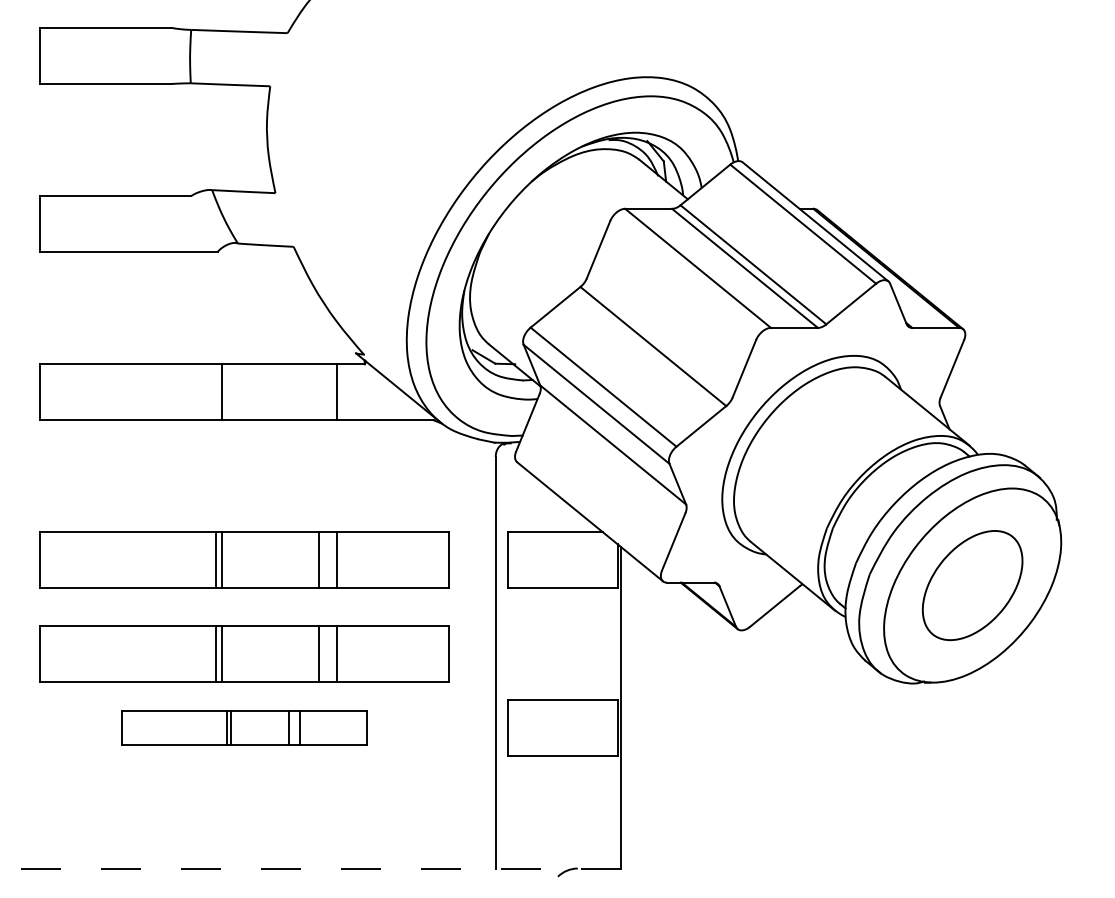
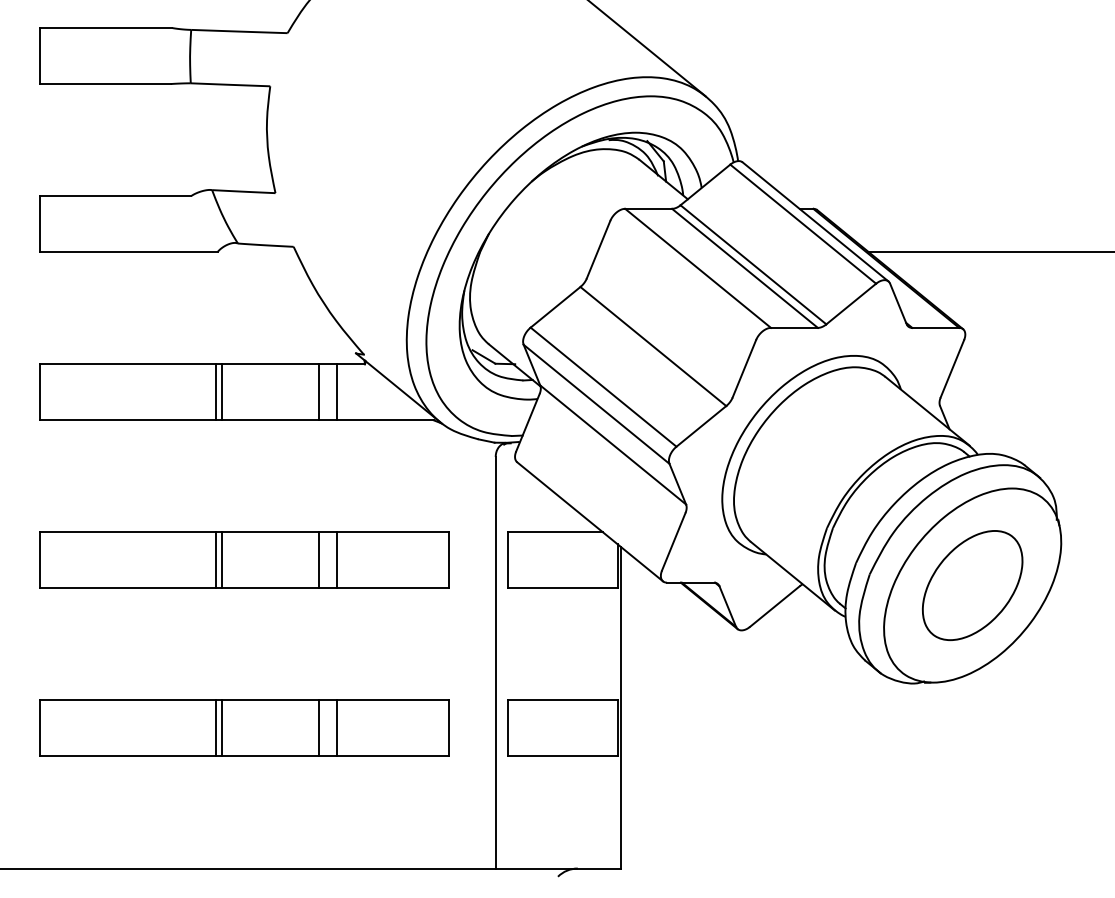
line at (647, 49): none -> present
line at (989, 252): none -> present
line at (215, 392): none -> present
line at (319, 392): none -> present
part at (244, 653): present -> none
part at (244, 727) size: 247x36 px -> 411x58 px
line at (310, 868): dashed -> solid
